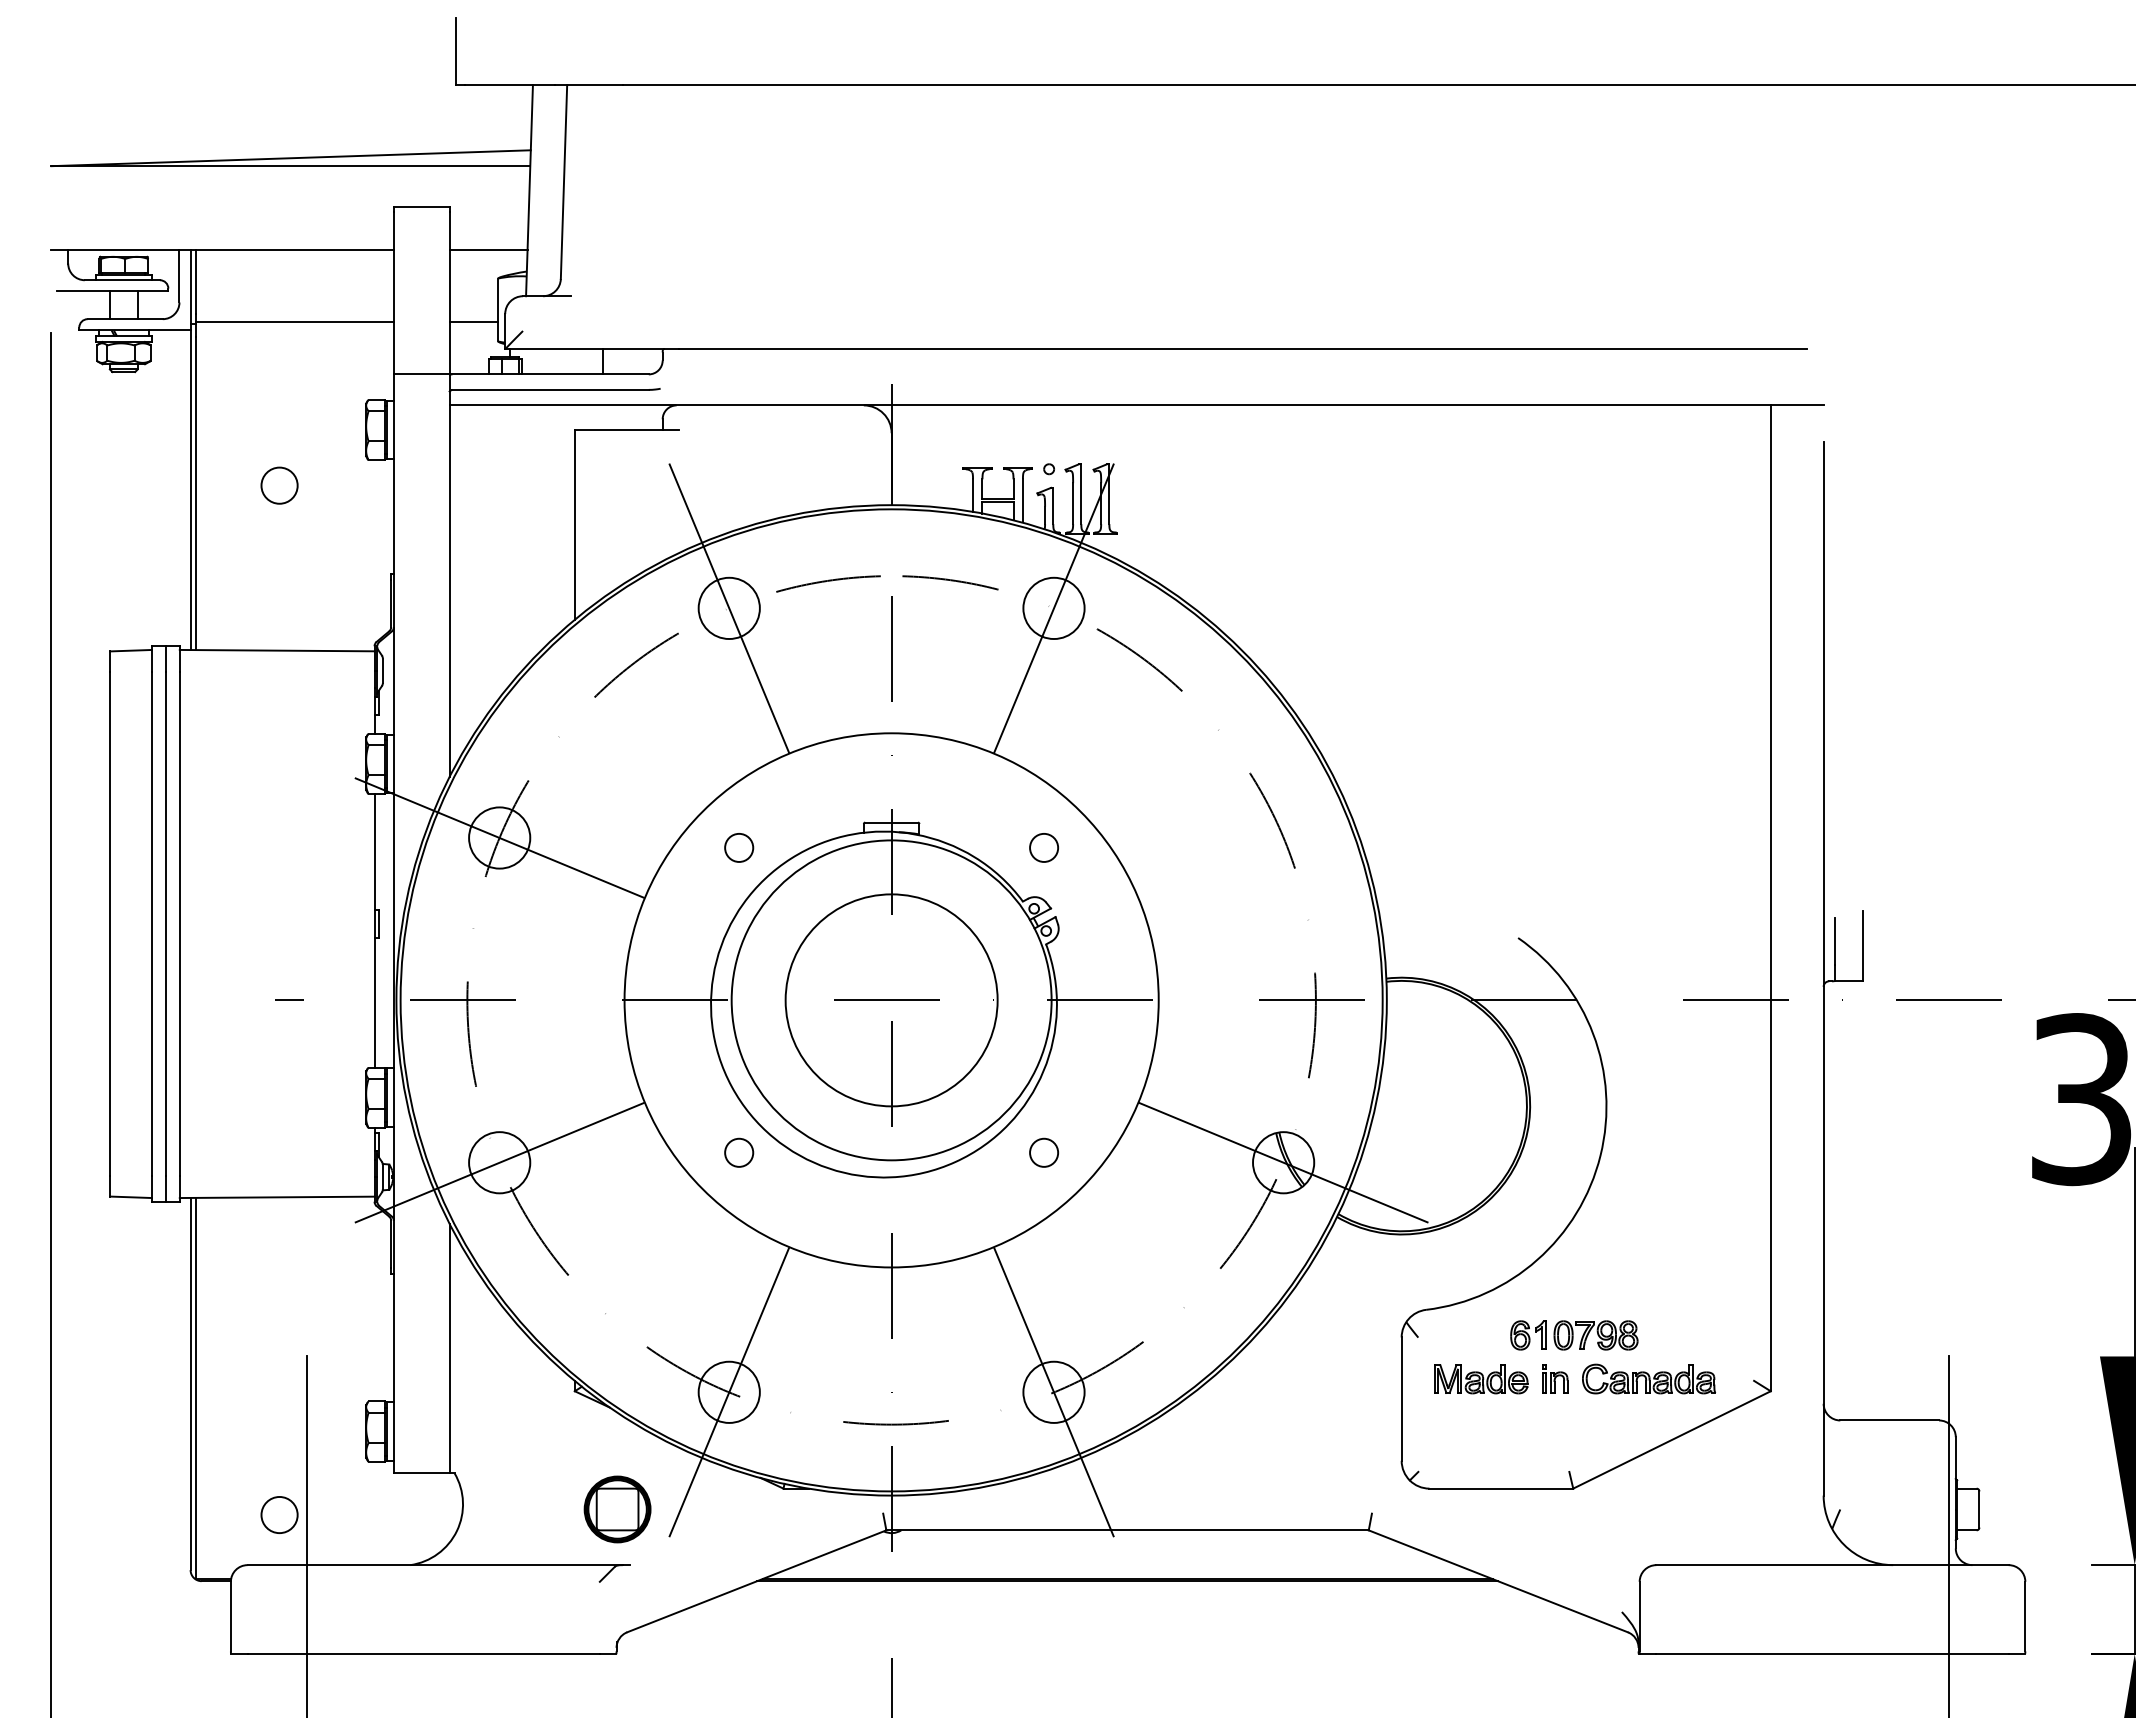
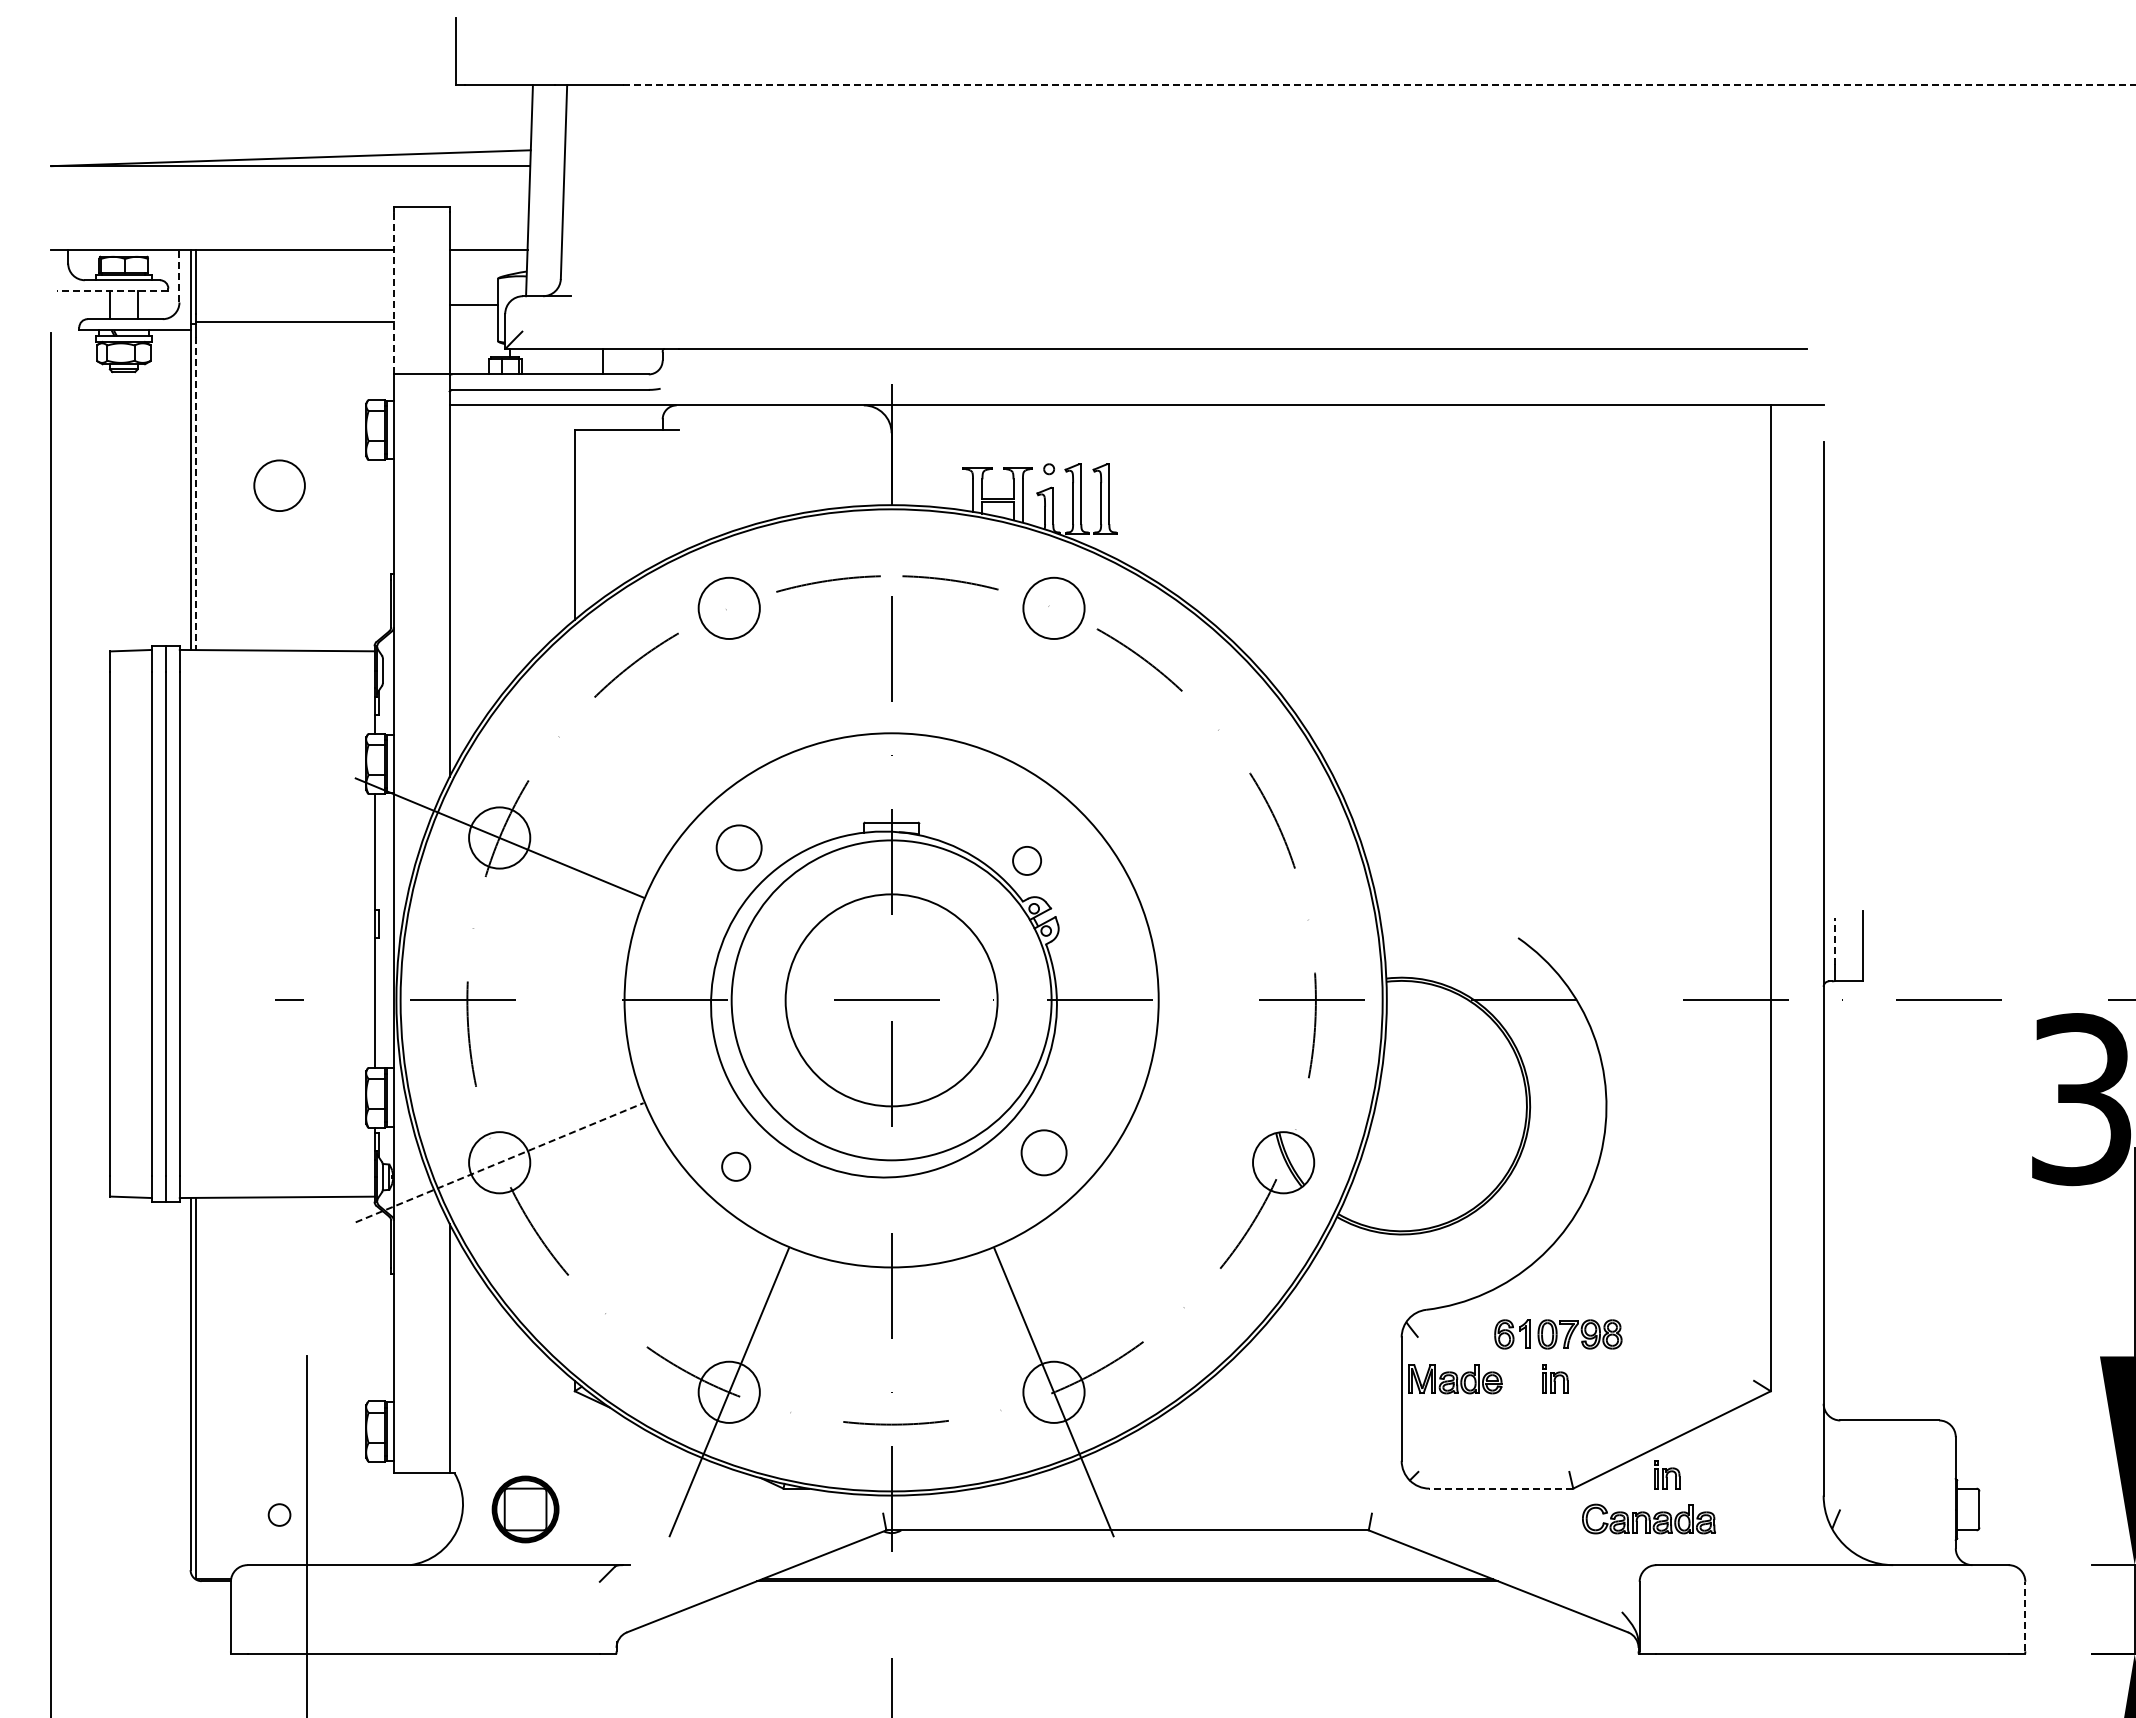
line at (1379, 85): solid -> dashed
line at (179, 275): solid -> dashed
line at (112, 291): solid -> dashed
line at (394, 292): solid -> dashed
line at (473, 321) position: (473, 321) -> (473, 304)
circle at (279, 485) size: 39x39 px -> 53x53 px
line at (196, 493): solid -> dashed
line at (728, 608): present -> none
line at (1053, 608): present -> none
circle at (739, 847) diameter: 28 px -> 45 px
circle at (1043, 847) position: (1043, 847) -> (1026, 860)
line at (1835, 940): solid -> dashed
circle at (739, 1152) position: (739, 1152) -> (736, 1166)
circle at (1044, 1152) diameter: 28 px -> 45 px
line at (499, 1162): solid -> dashed
line at (1283, 1162): present -> none
part at (1574, 1335) position: (1574, 1335) -> (1558, 1334)
part at (1648, 1378) position: (1648, 1378) -> (1648, 1518)
part at (1481, 1379) position: (1481, 1379) -> (1455, 1379)
part at (1667, 1474): none -> present
line at (1501, 1488): solid -> dashed
part at (617, 1509) position: (617, 1509) -> (525, 1509)
circle at (279, 1514) diameter: 36 px -> 22 px
line at (1948, 1535): present -> none
line at (2025, 1616): solid -> dashed
